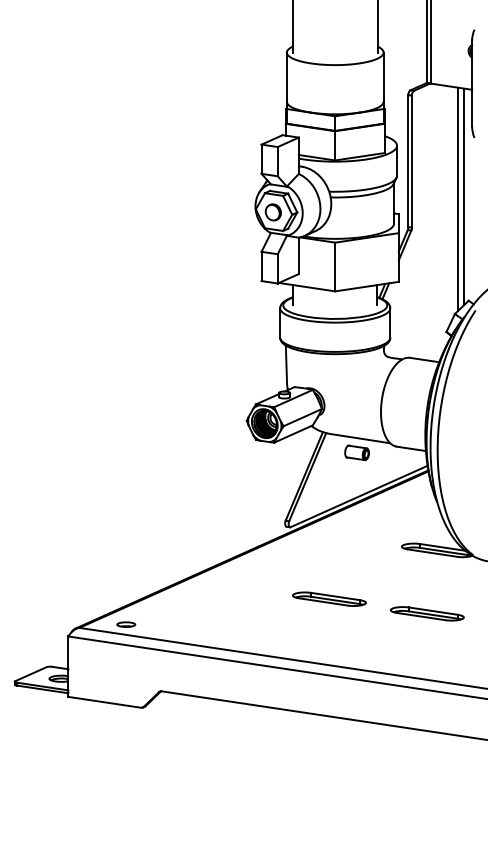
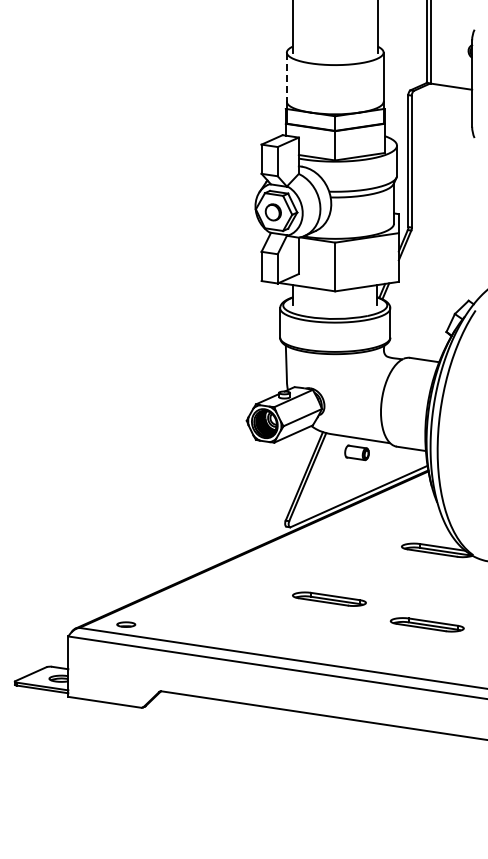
line at (286, 77): solid -> dashed
line at (463, 196): present -> none
line at (458, 198): present -> none
part at (426, 613) position: (426, 613) -> (426, 624)
